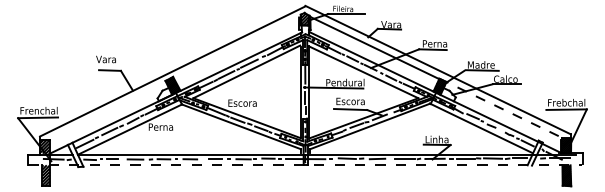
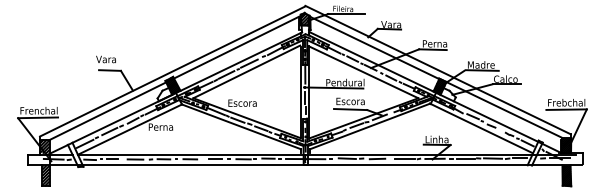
line at (176, 76): none -> present
line at (501, 108): dashed -> solid
line at (305, 165): dashed -> solid
